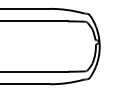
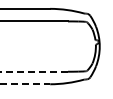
line at (34, 71): solid -> dashed
line at (25, 84): solid -> dashed
